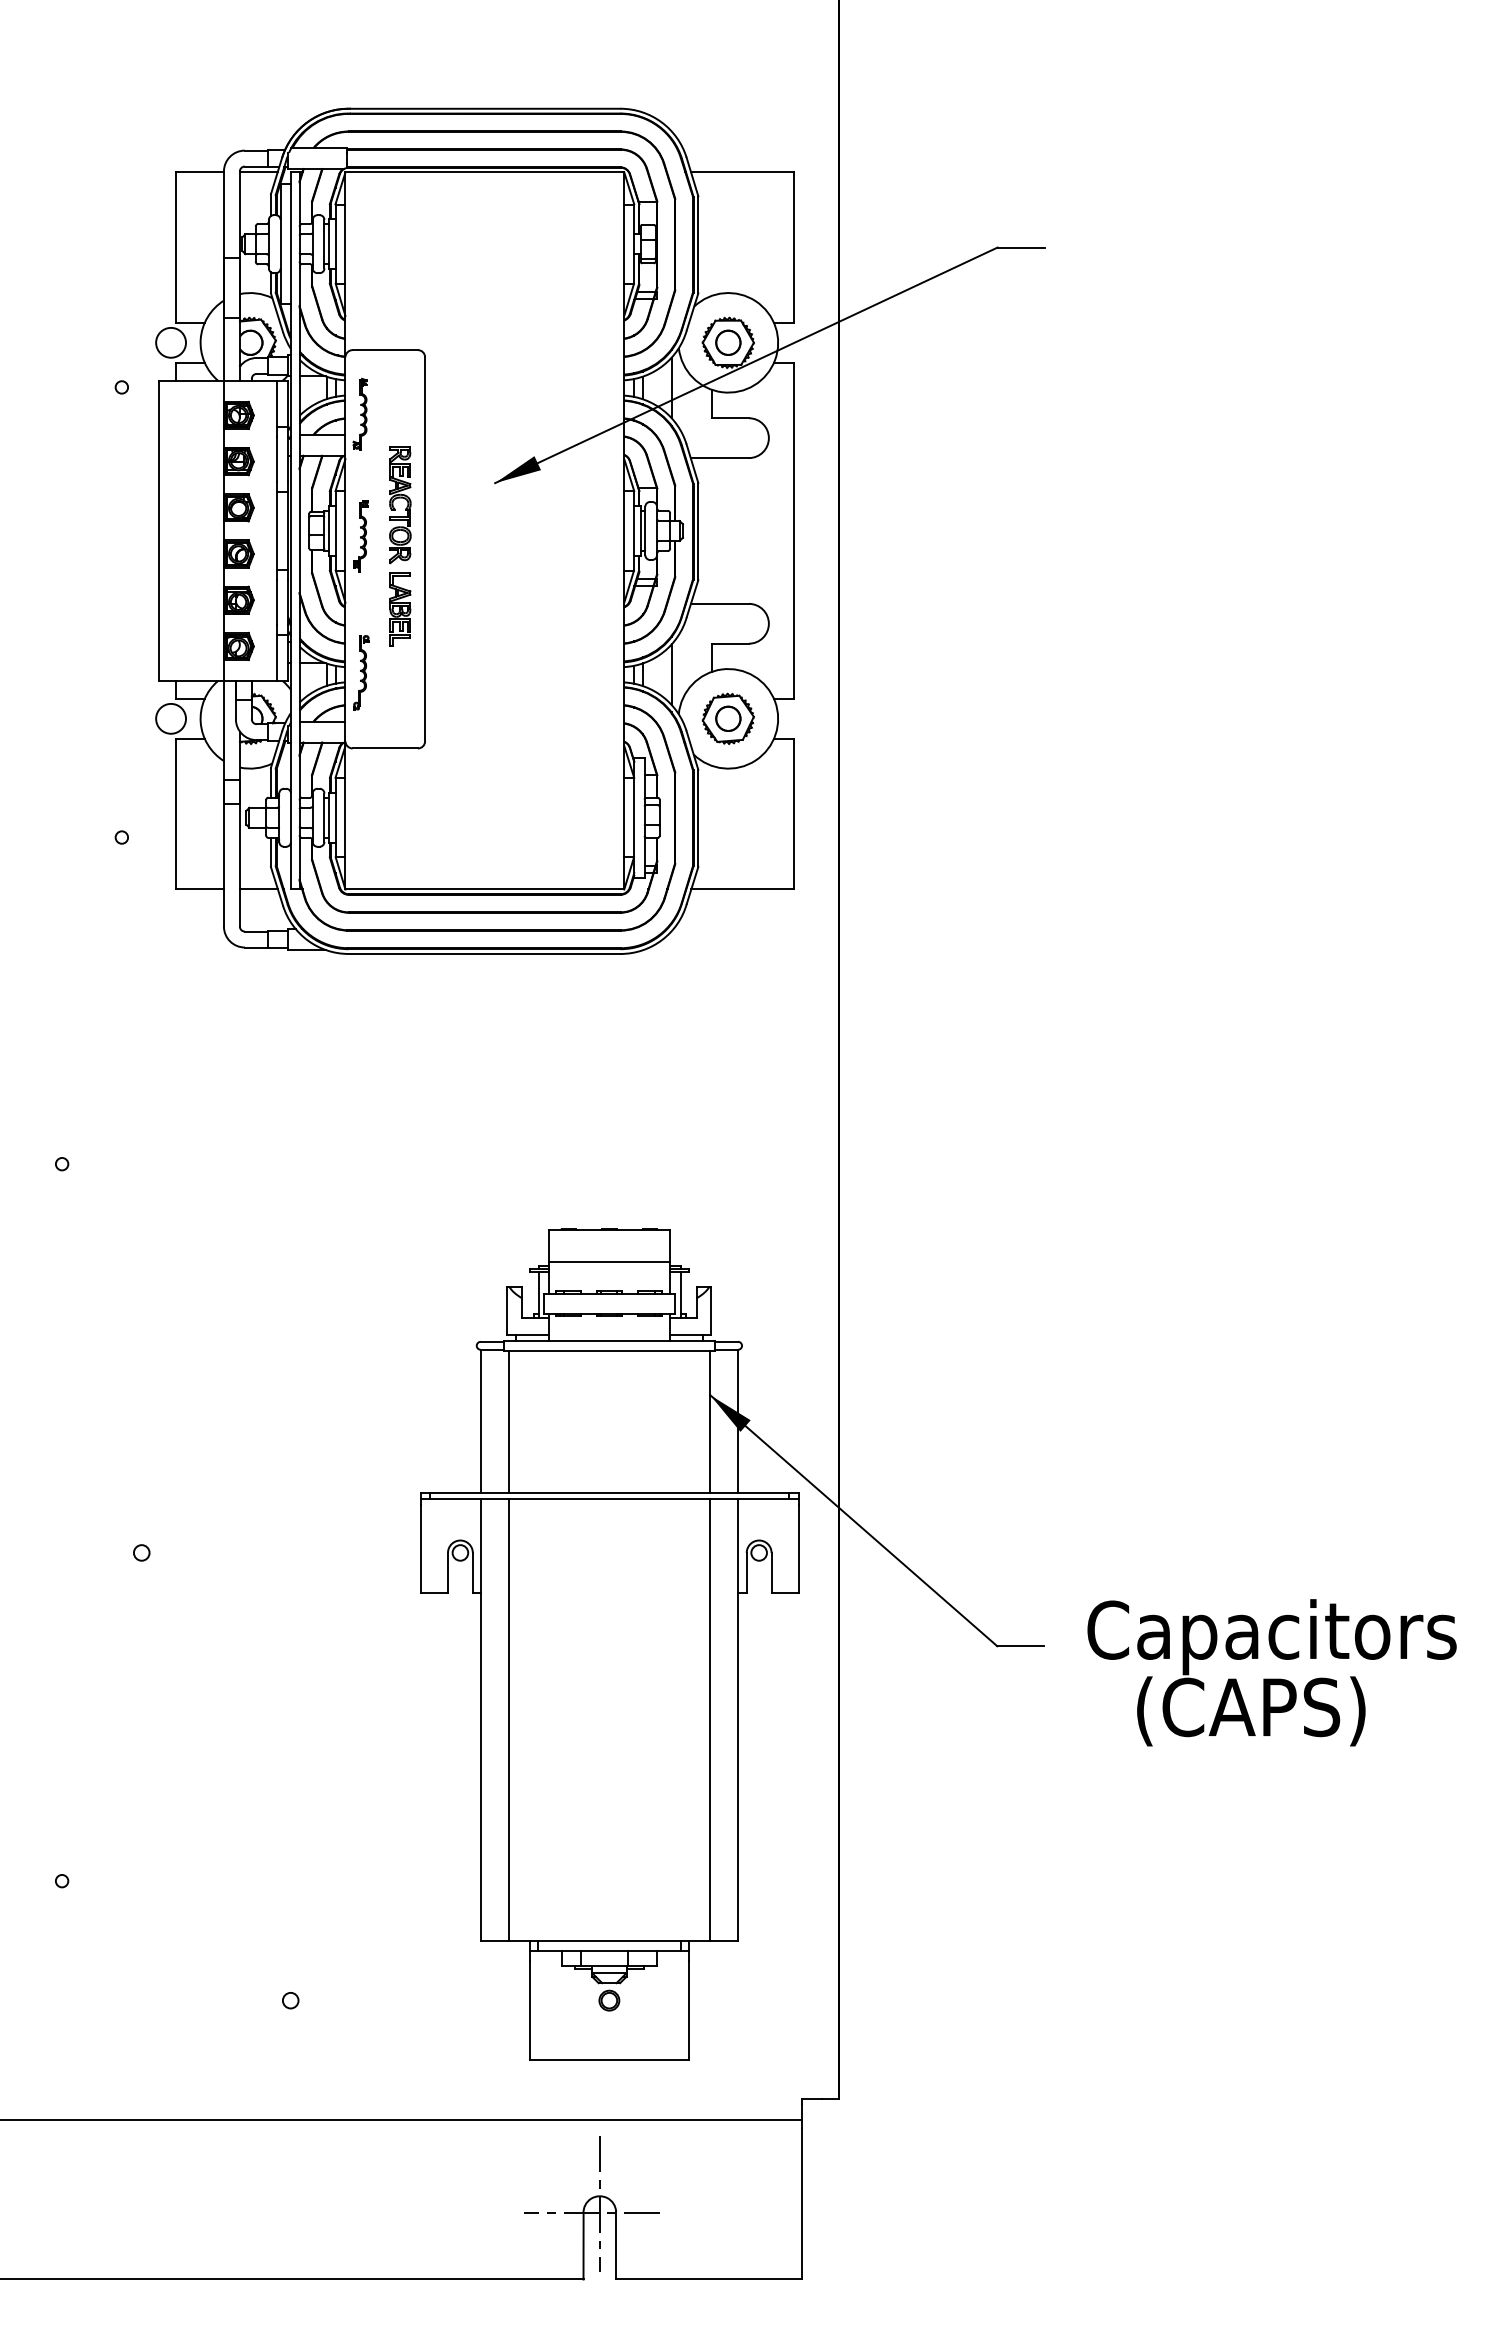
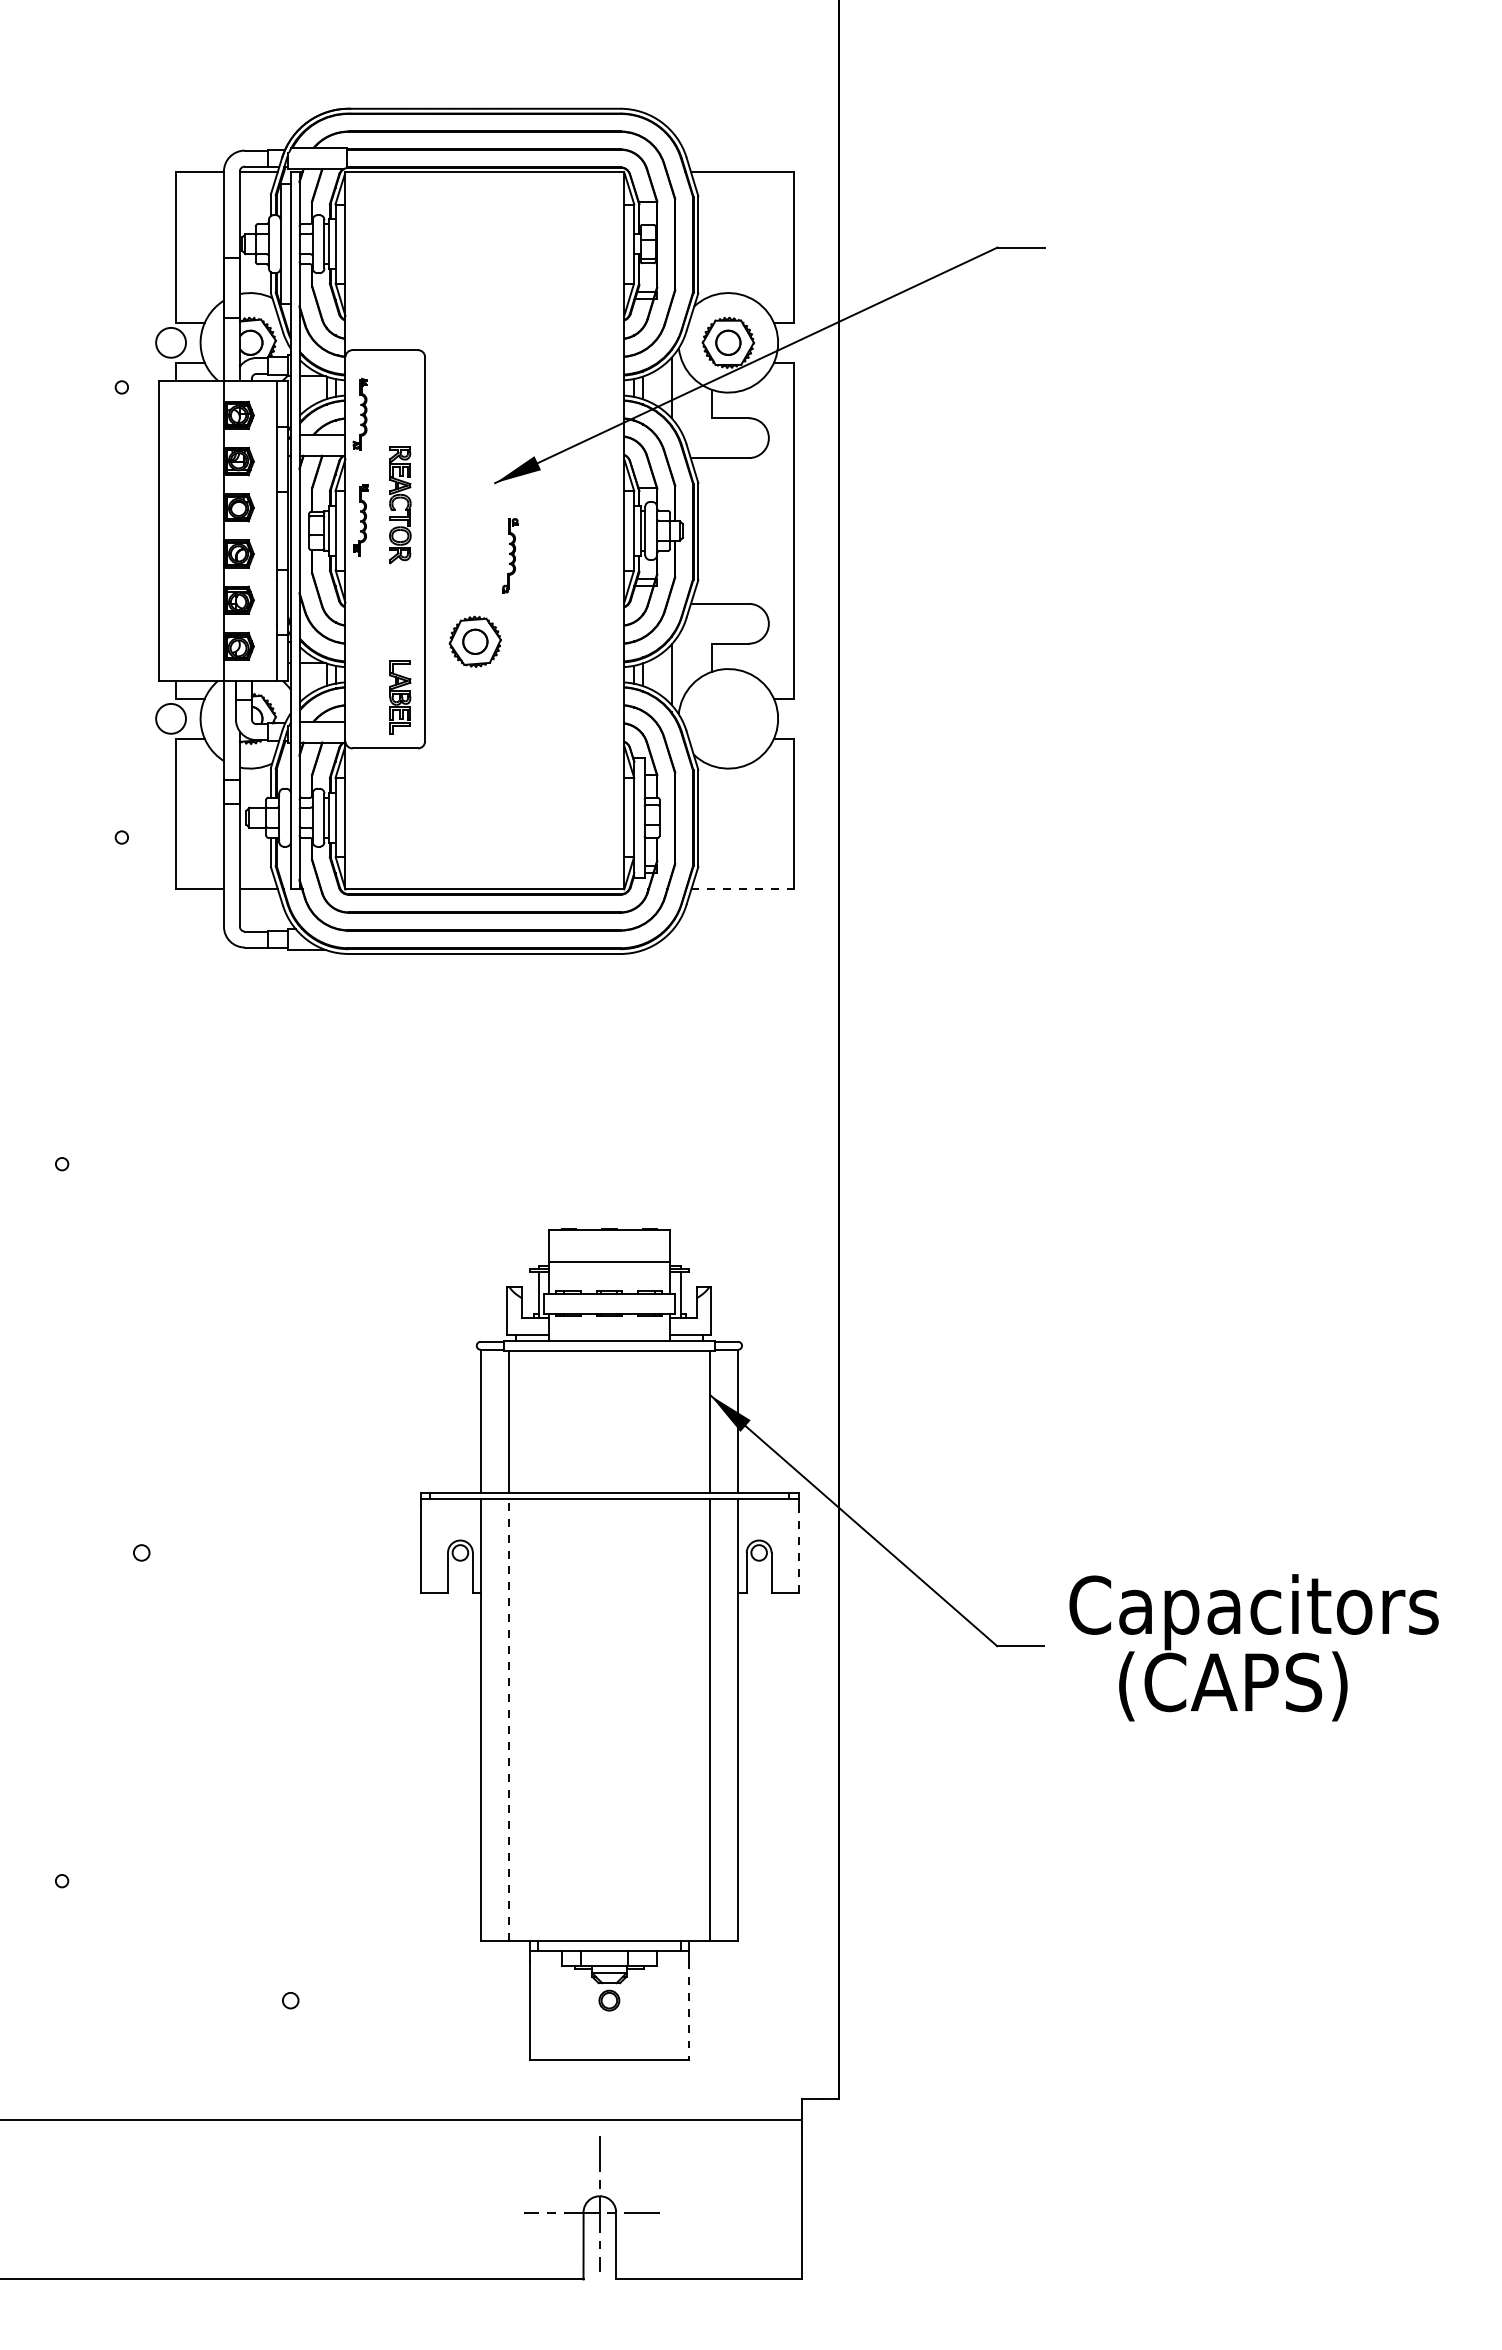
part at (360, 536) position: (360, 536) -> (360, 520)
part at (400, 609) position: (400, 609) -> (400, 697)
part at (361, 672) position: (361, 672) -> (510, 555)
part at (727, 718) position: (727, 718) -> (474, 641)
line at (742, 889): solid -> dashed
line at (799, 1548): solid -> dashed
text at (1271, 1672) position: (1271, 1672) -> (1253, 1647)
line at (508, 1720): solid -> dashed
line at (689, 2010): solid -> dashed
